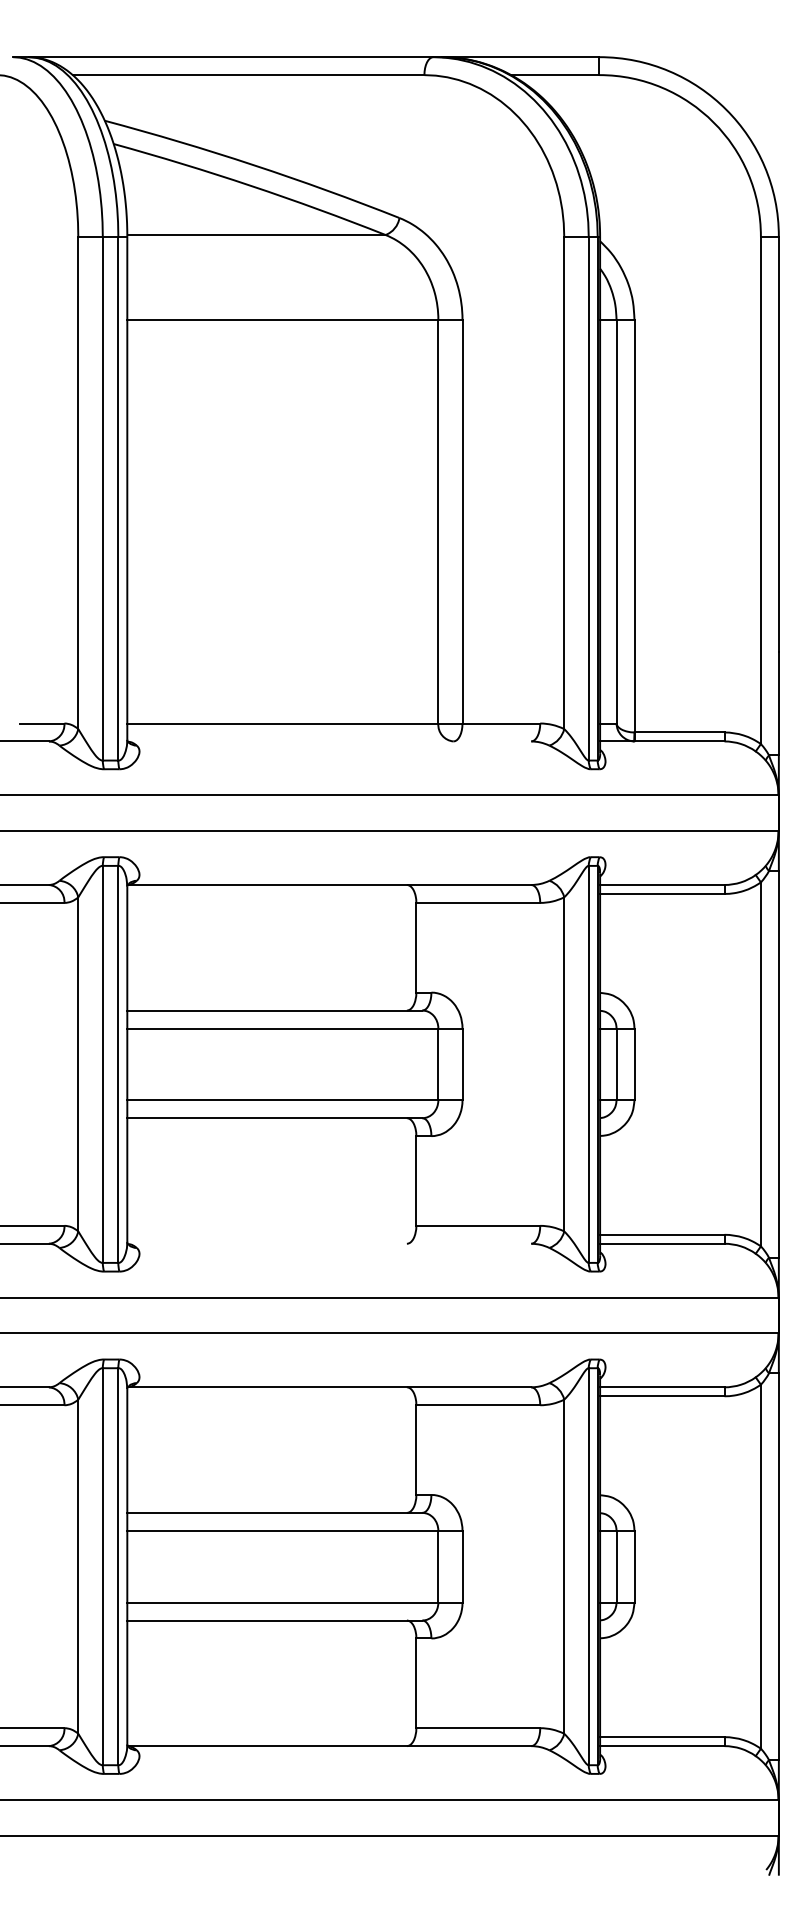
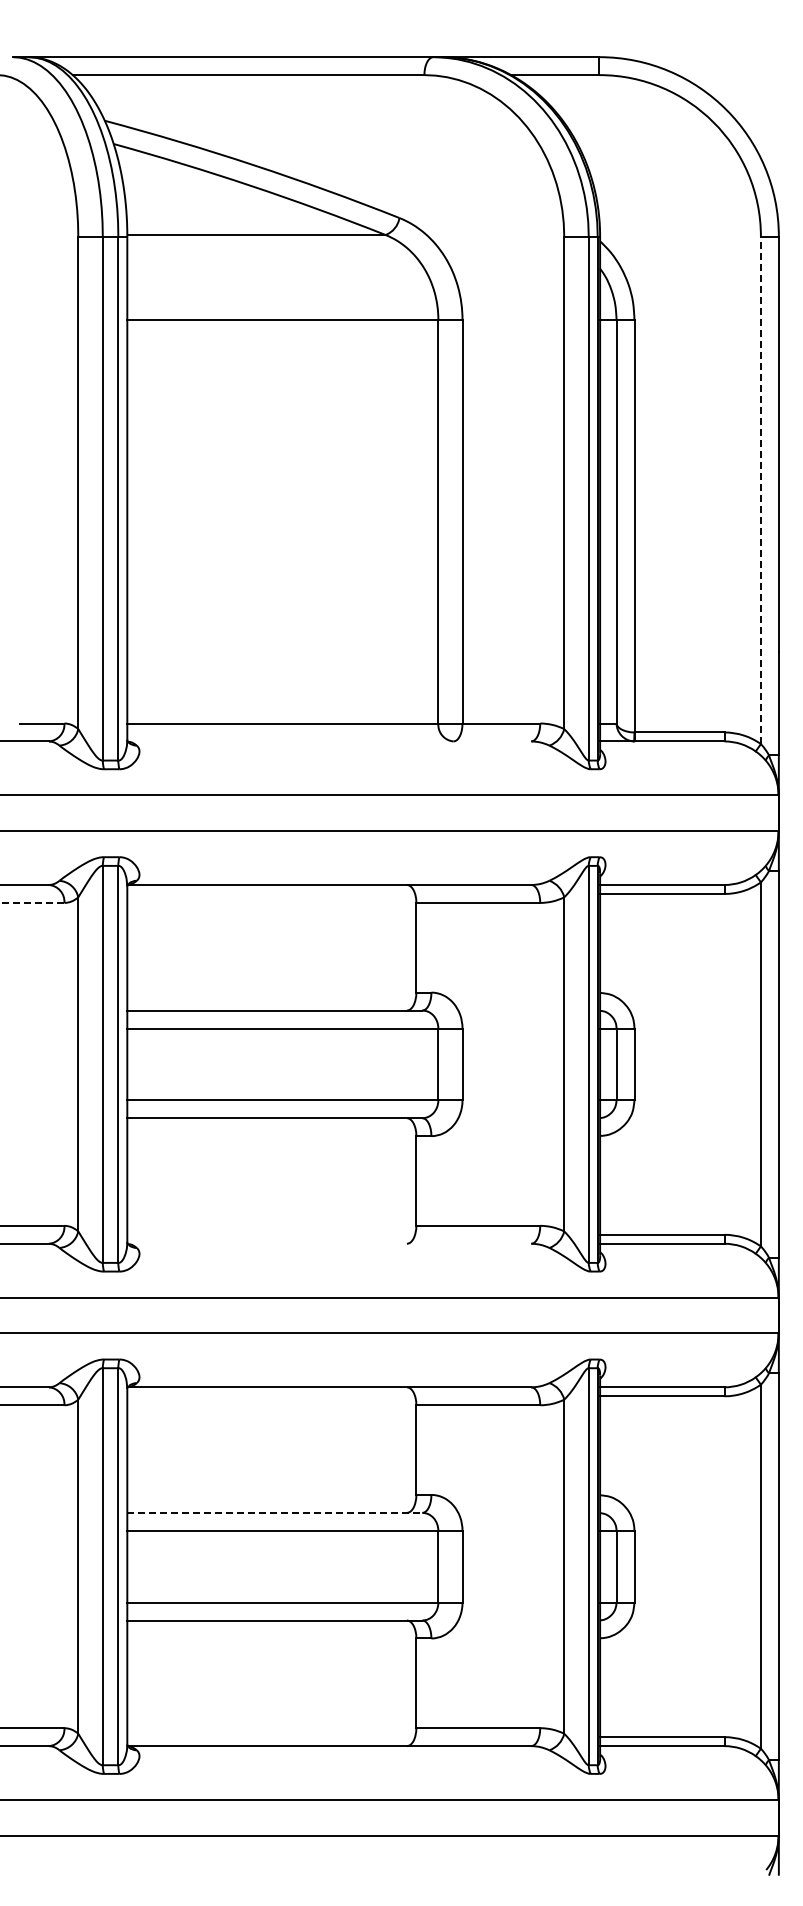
line at (760, 490): solid -> dashed
line at (32, 902): solid -> dashed
line at (274, 1512): solid -> dashed
